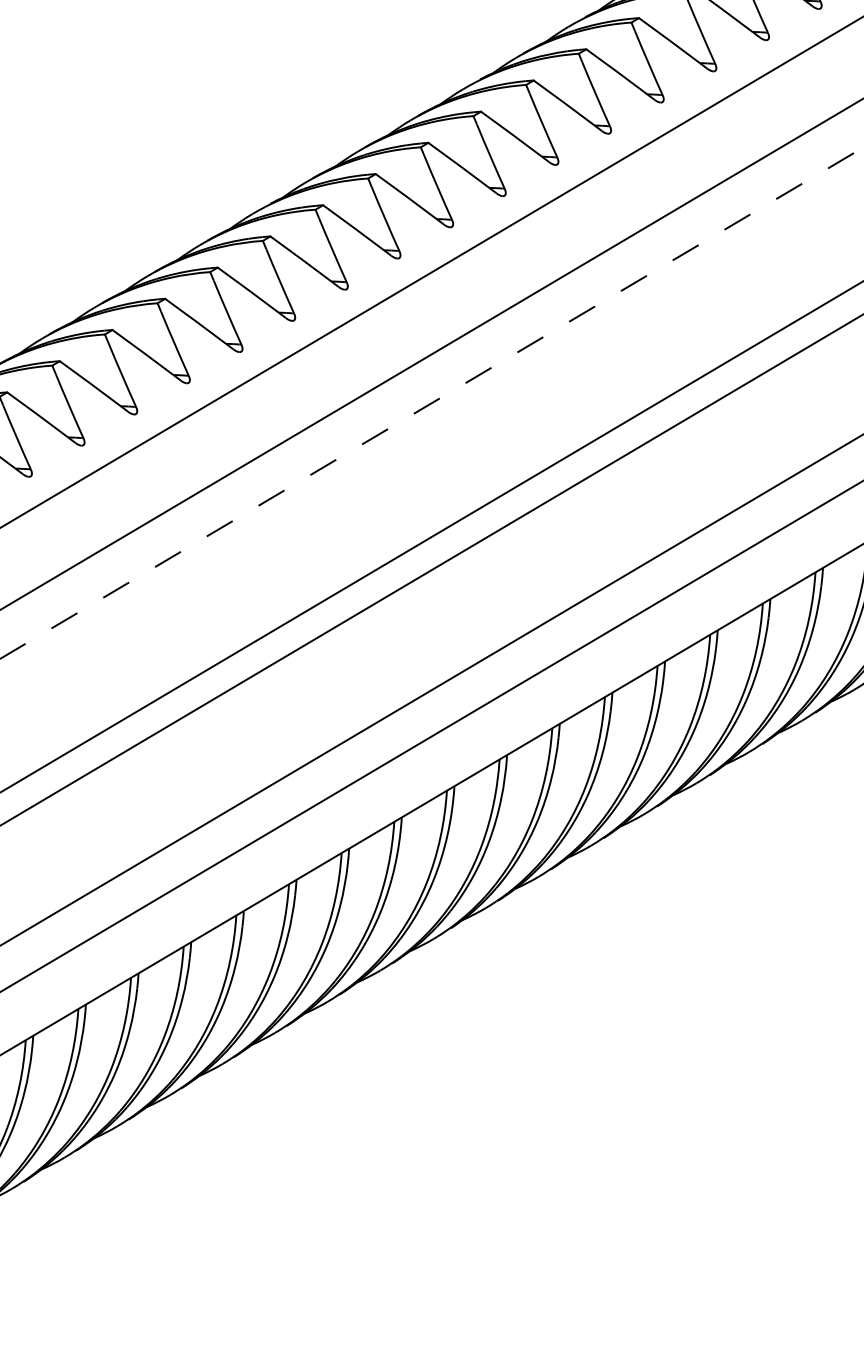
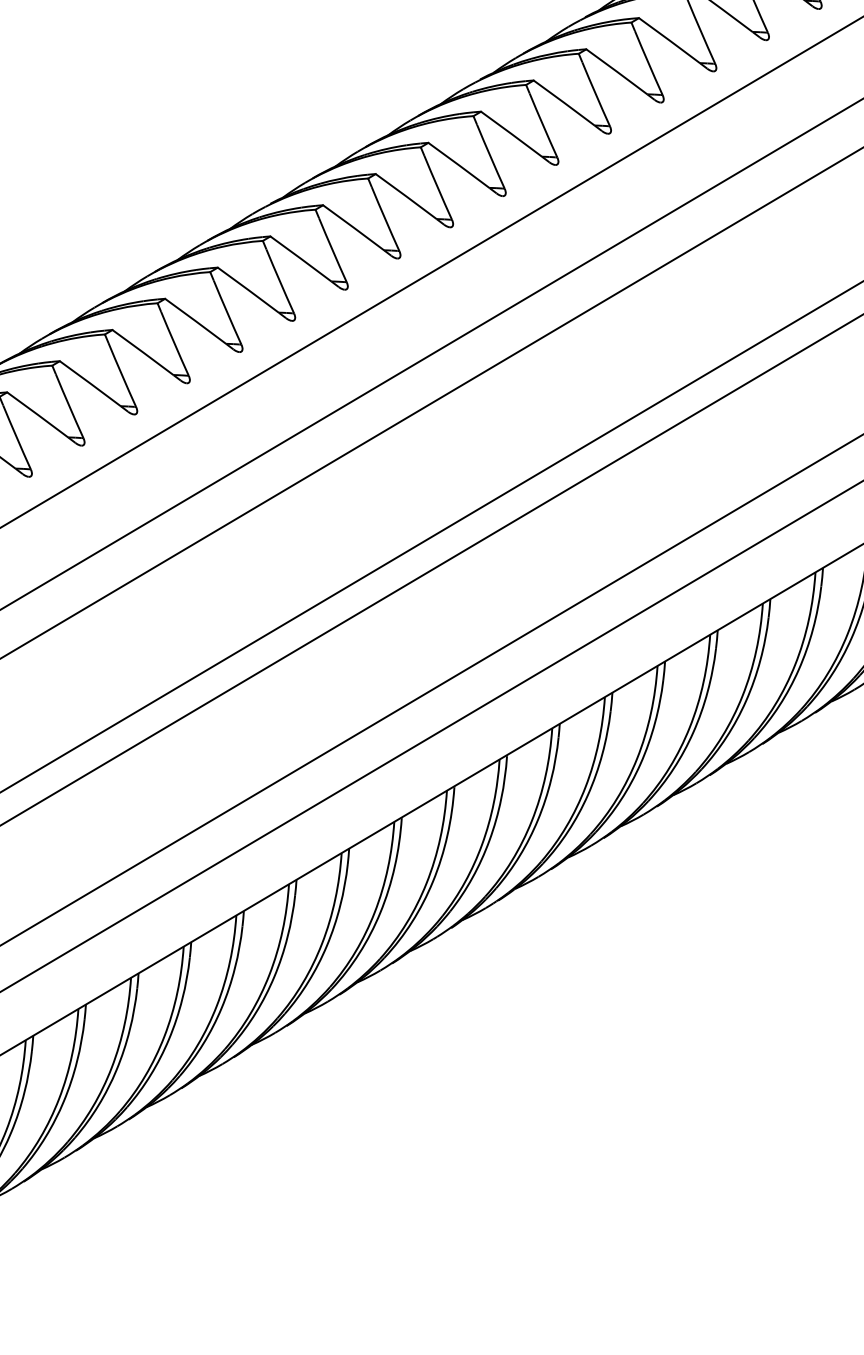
line at (431, 403): dashed -> solid
